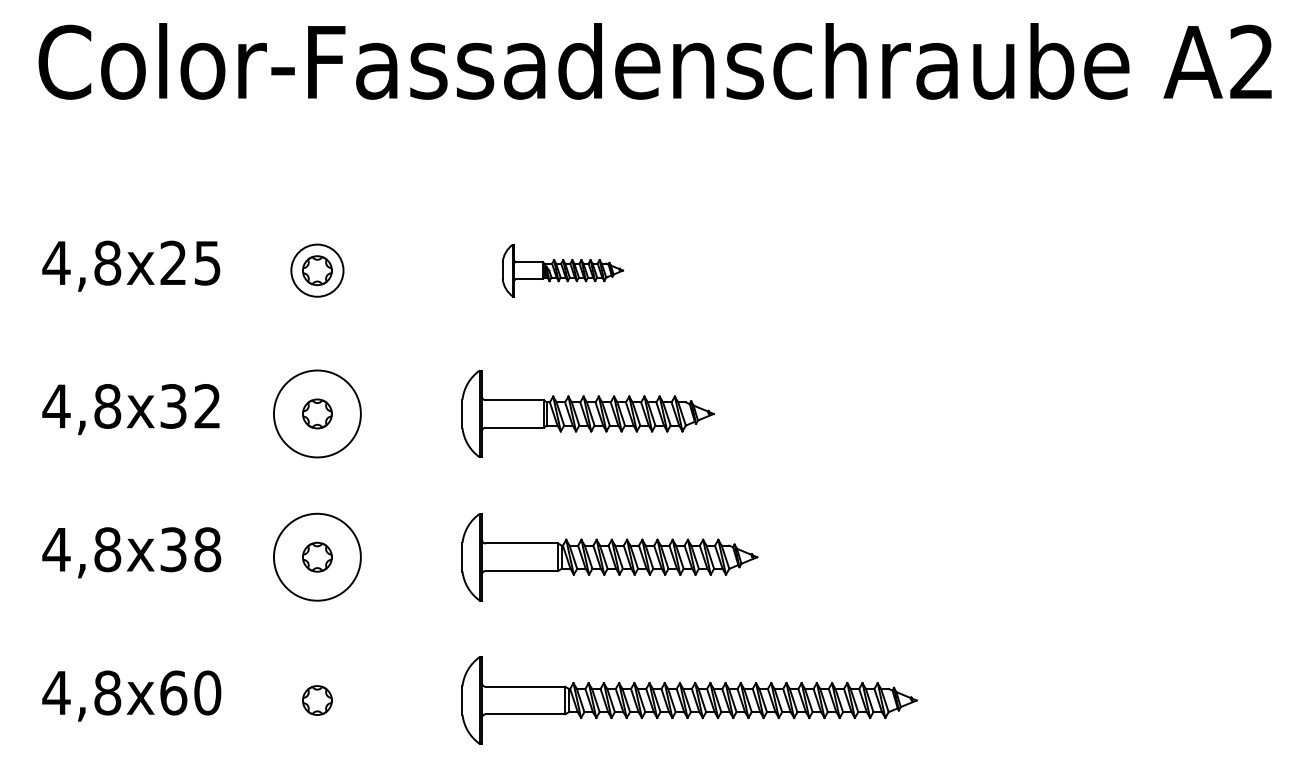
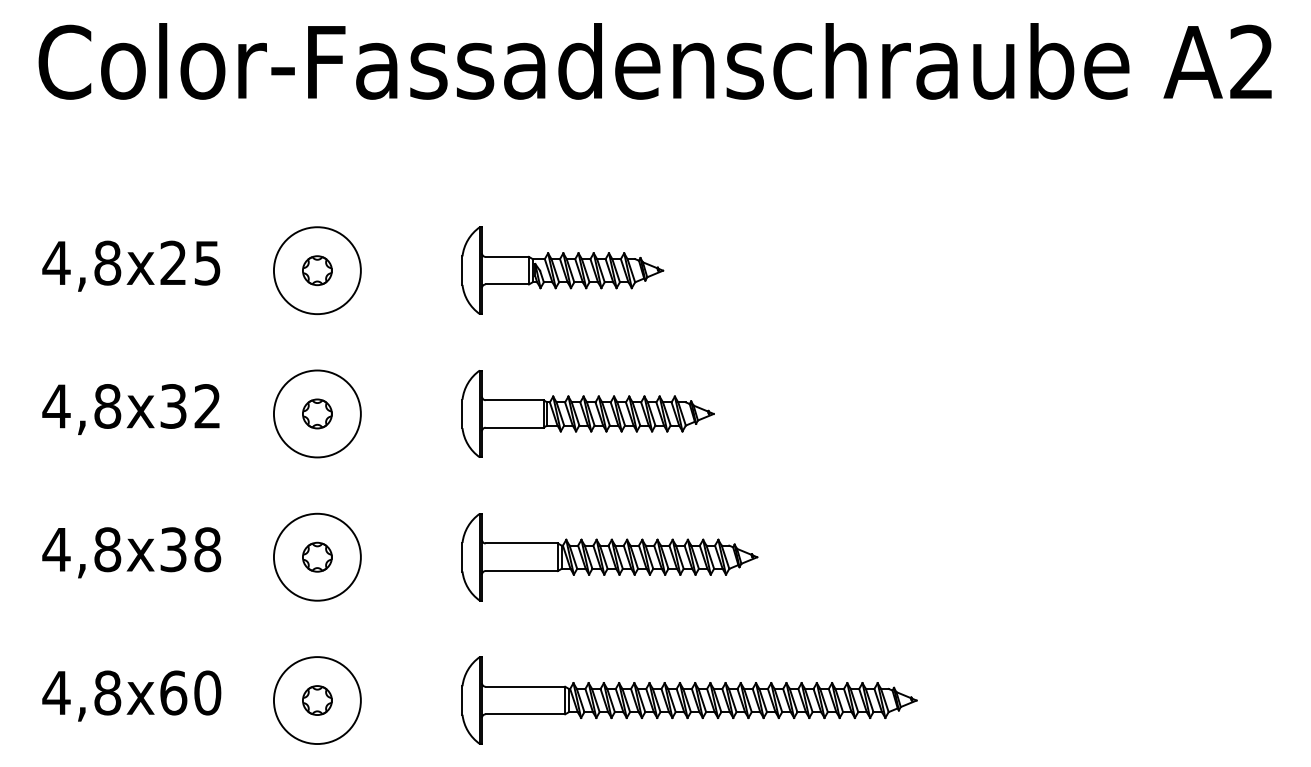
circle at (317, 270) diameter: 52 px -> 87 px
part at (562, 270) size: 124x54 px -> 204x89 px
circle at (317, 700): none -> present
